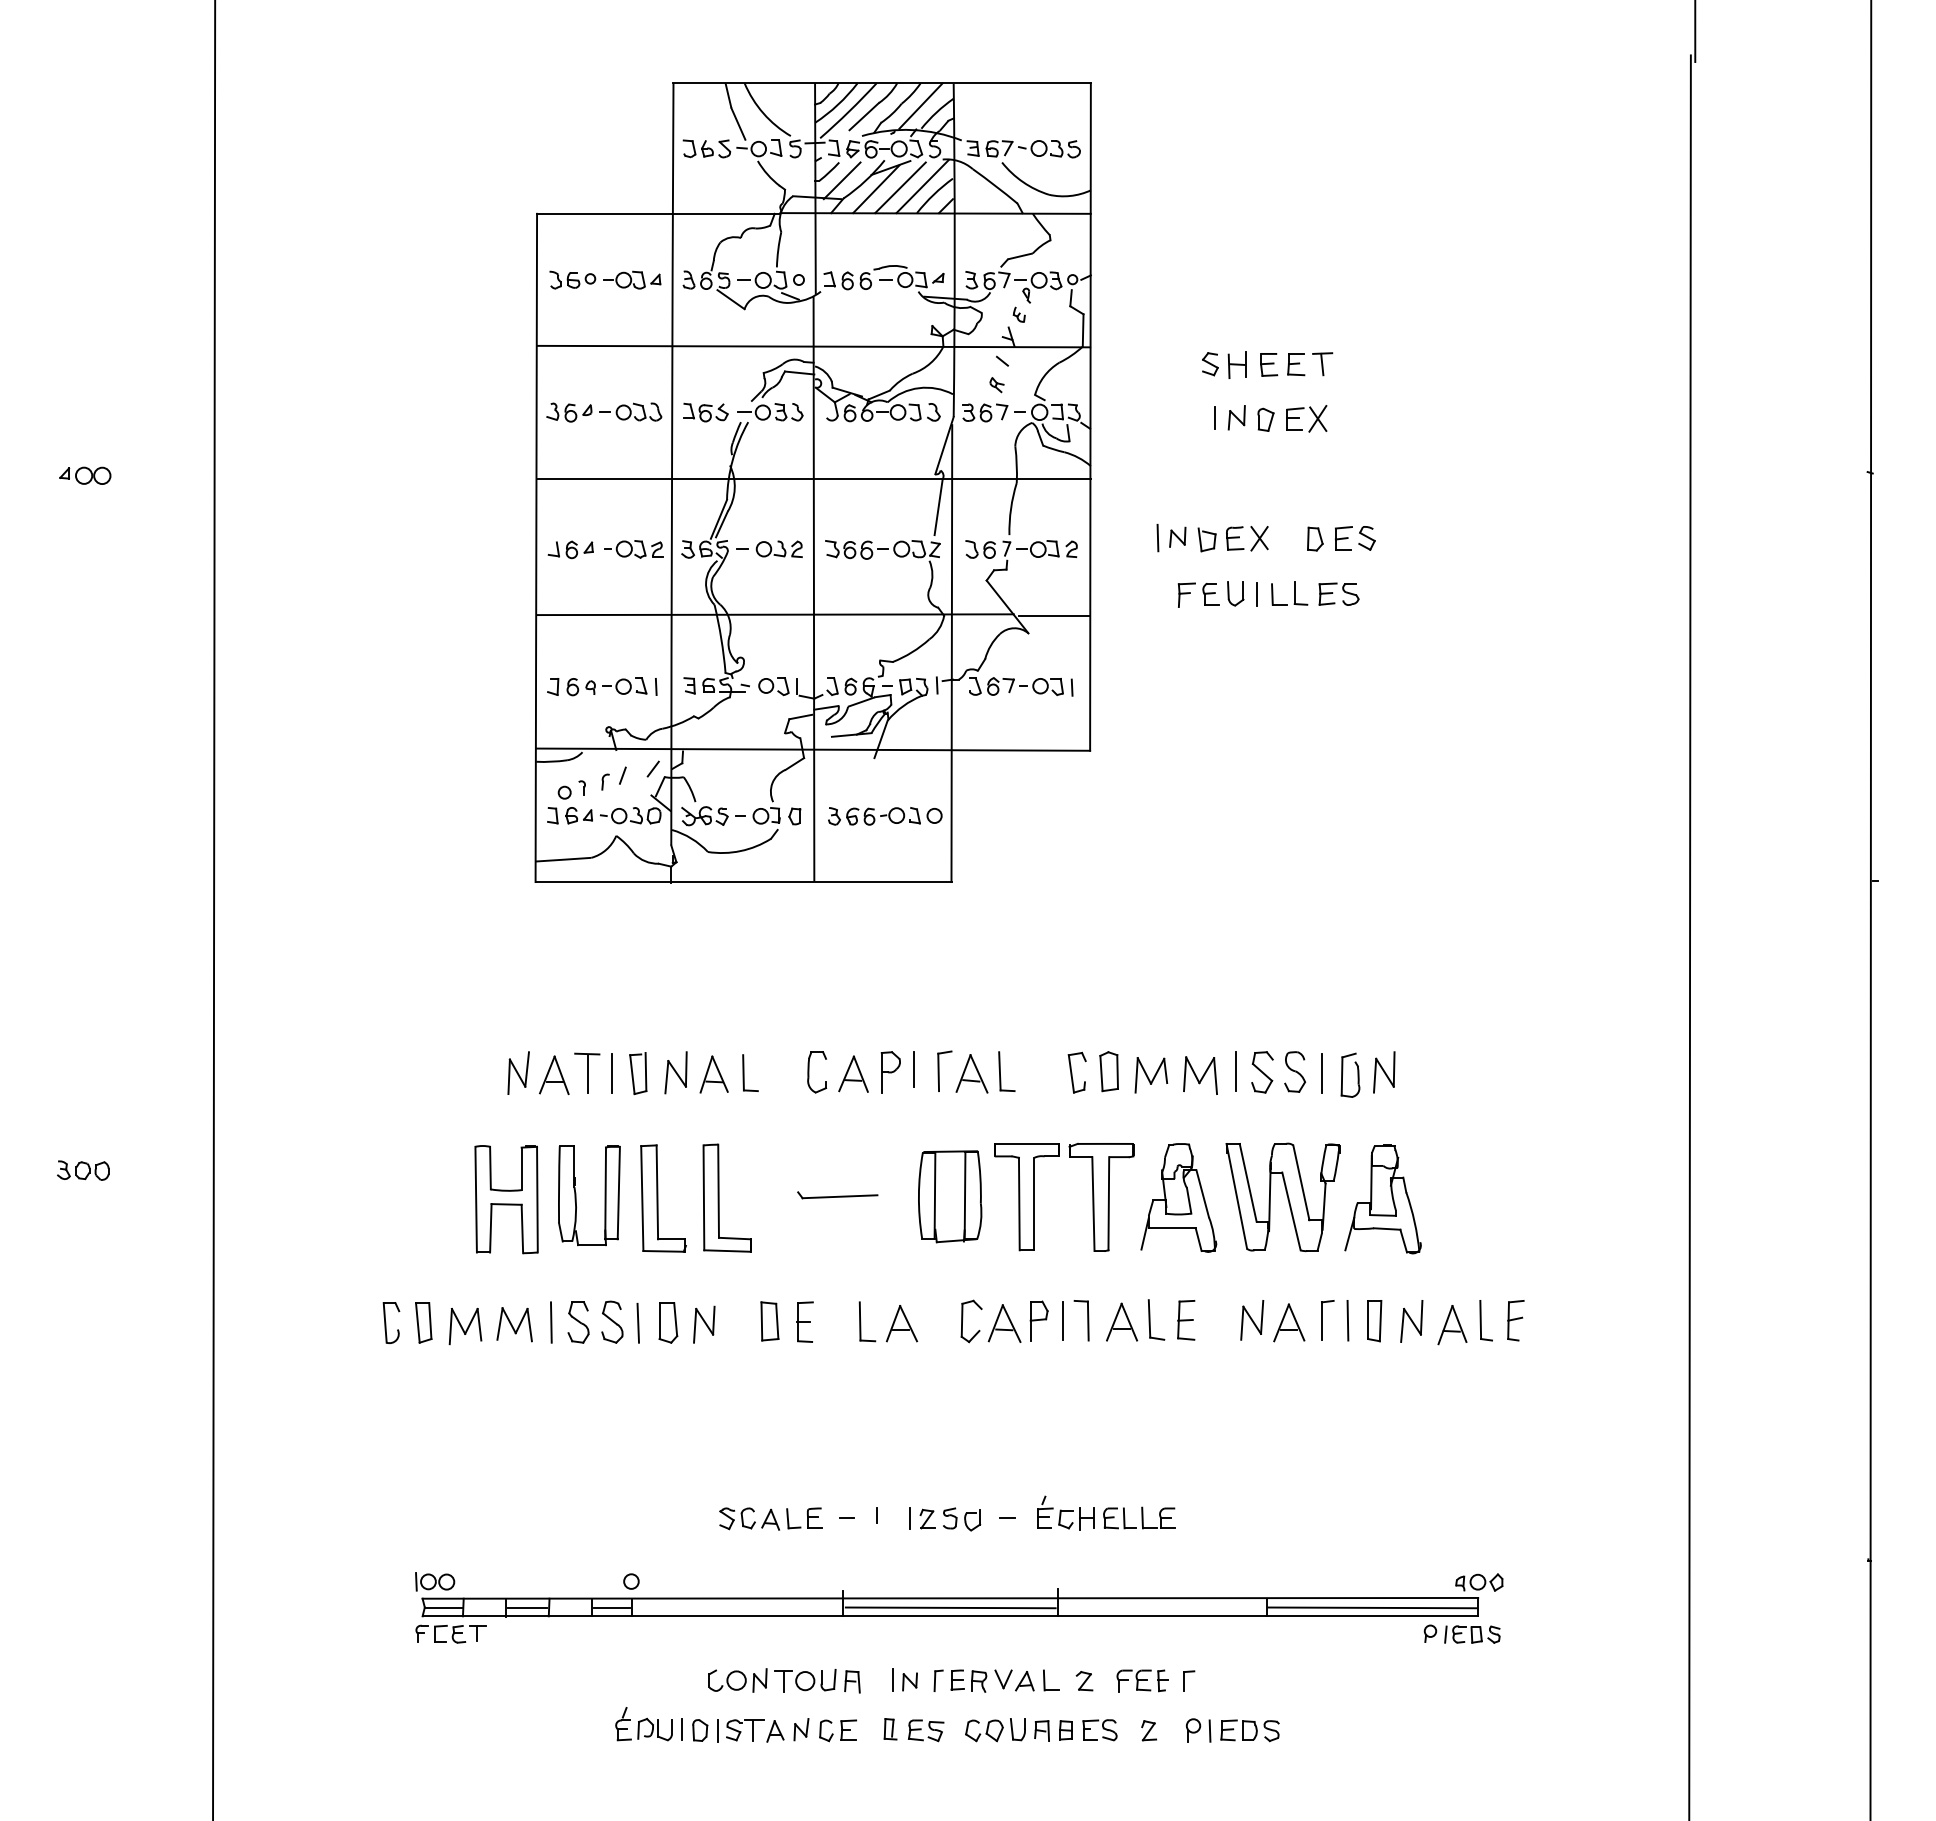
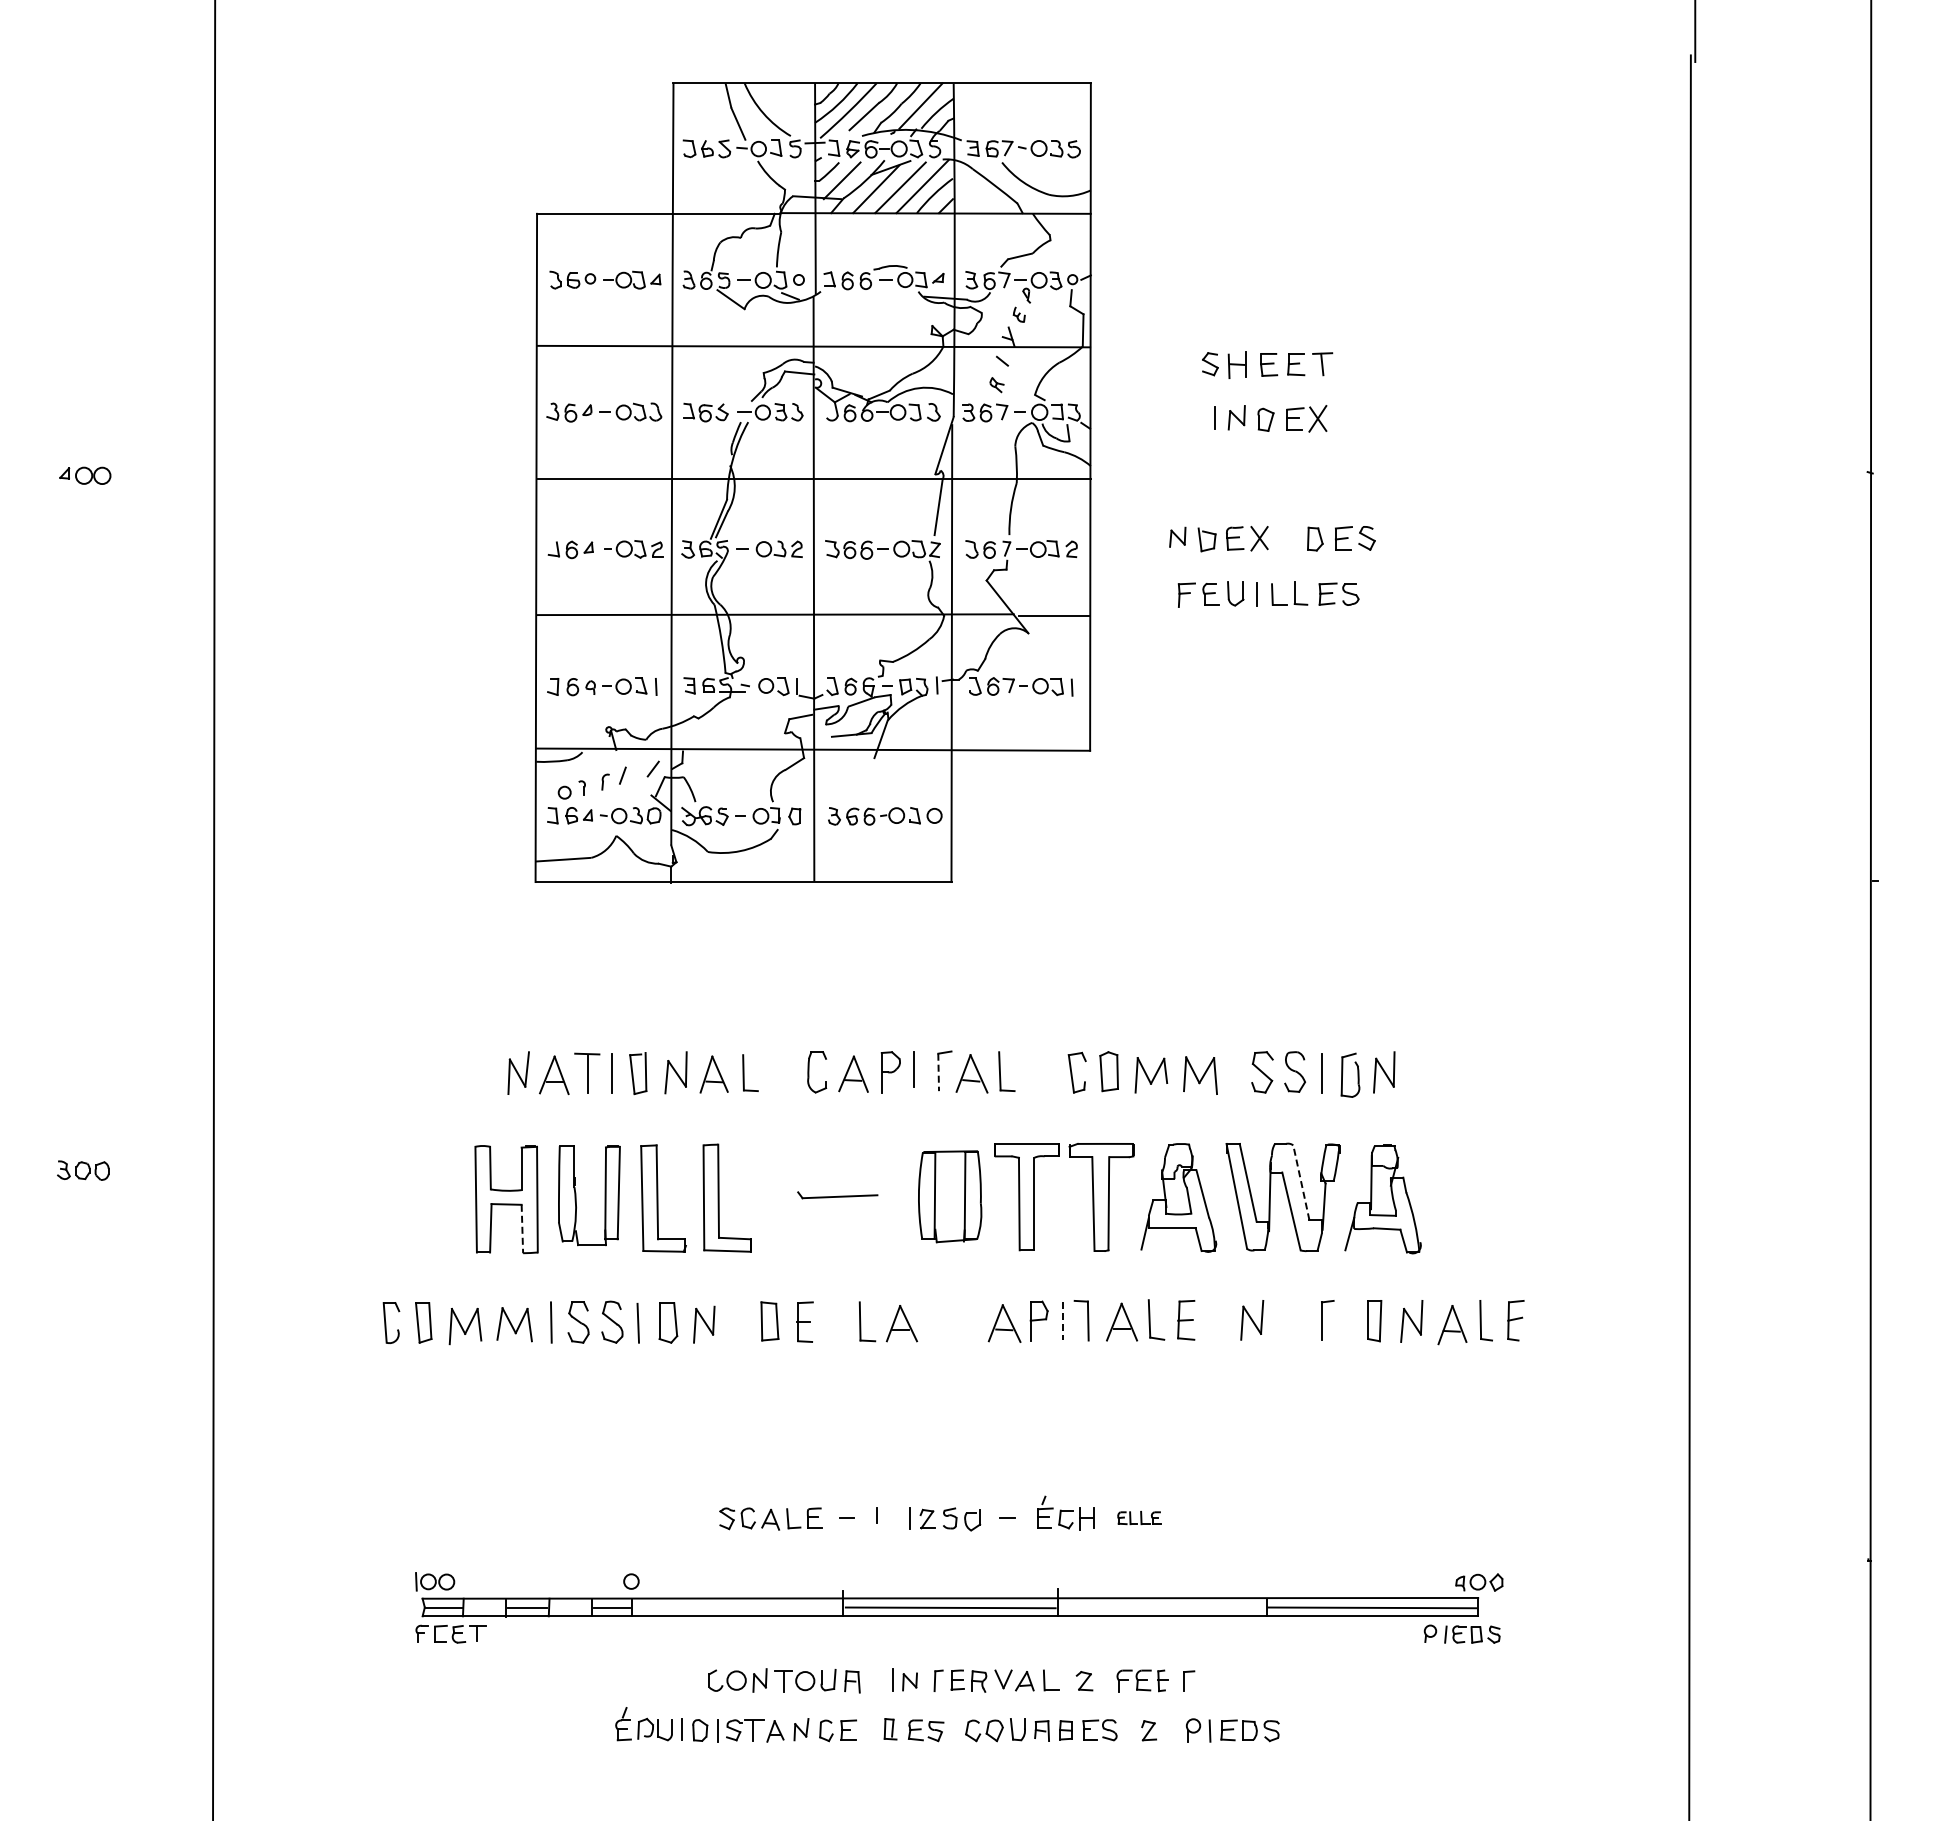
line at (1157, 538): present -> none
line at (1236, 1071): present -> none
line at (938, 1072): solid -> dashed
line at (1301, 1182): solid -> dashed
line at (522, 1229): solid -> dashed
part at (963, 1318): present -> none
line at (1347, 1320): present -> none
line at (1062, 1321): solid -> dashed
part at (1289, 1322): present -> none
part at (1139, 1517) size: 73x24 px -> 45x16 px
